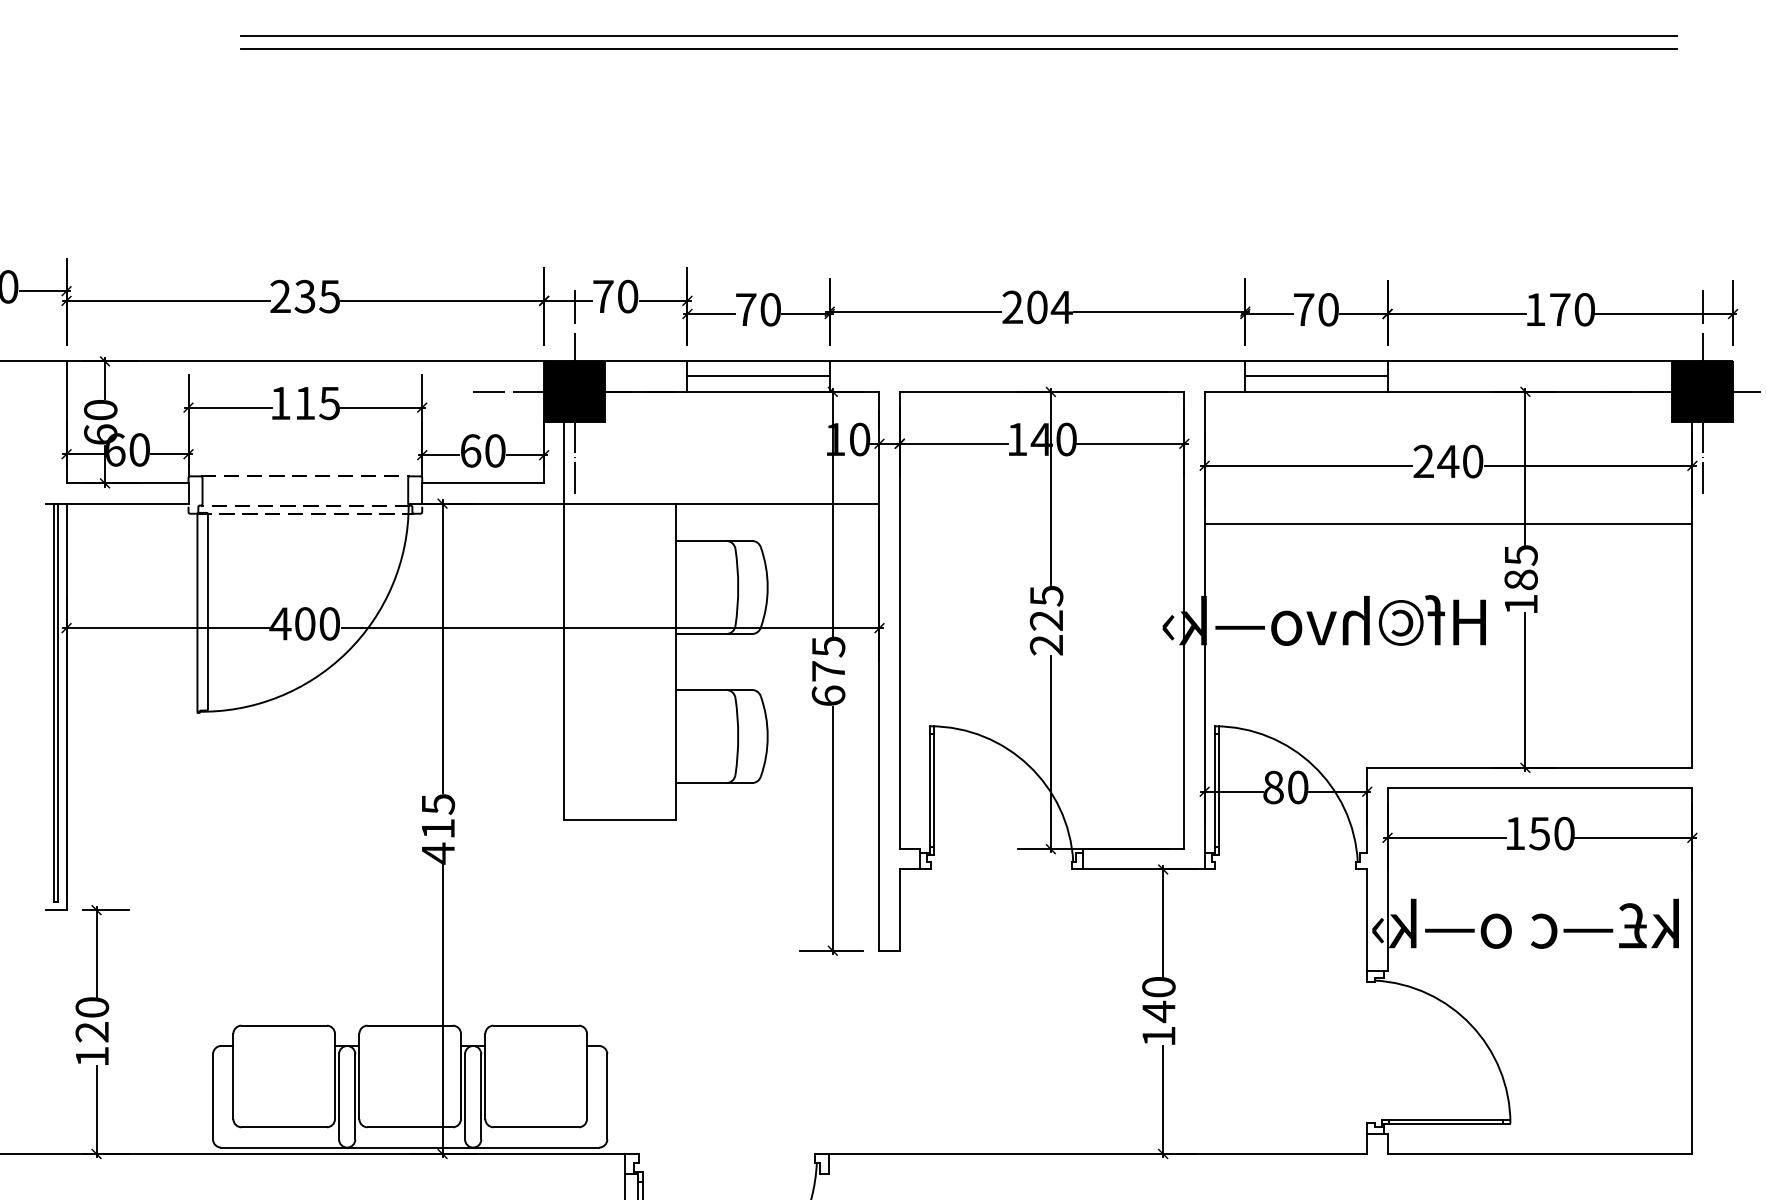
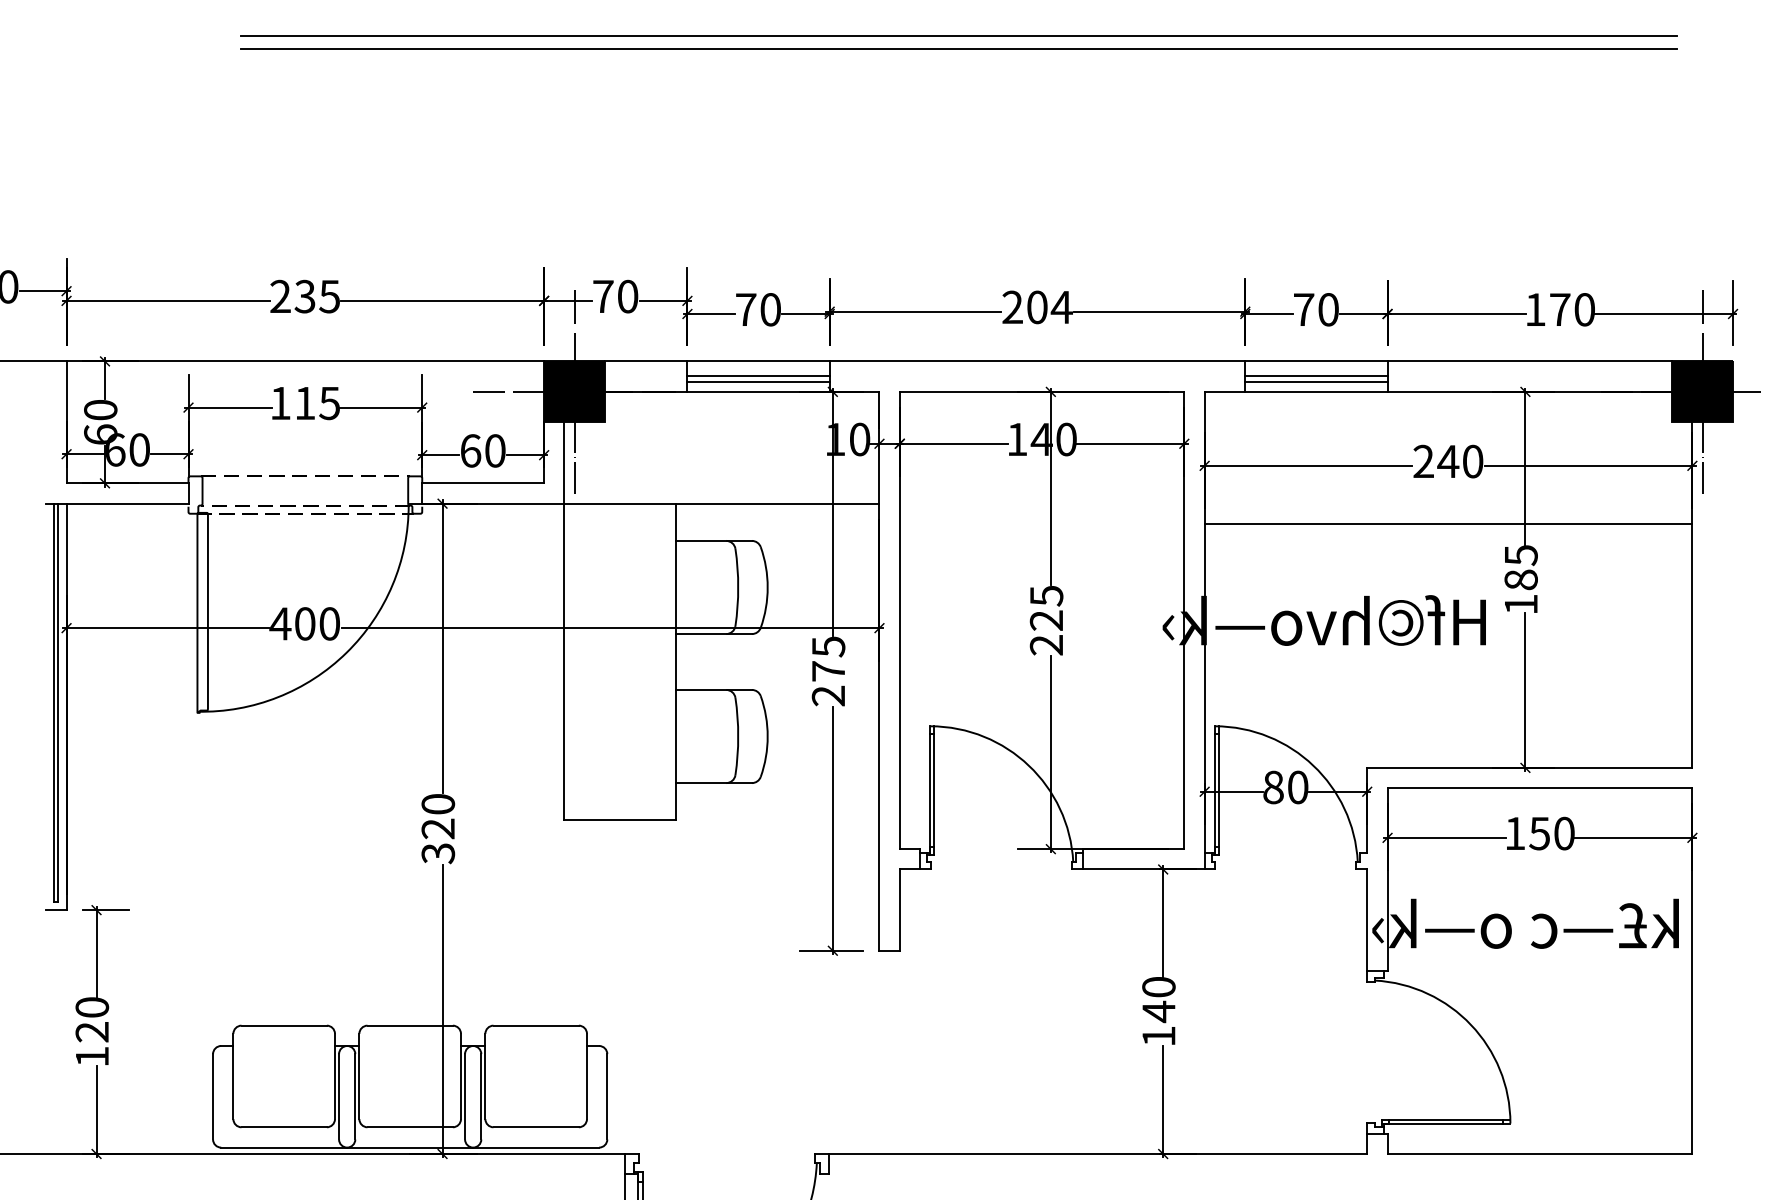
line at (758, 381): none -> present
line at (1316, 381): none -> present
text at (828, 695): 675 -> 275
text at (438, 829): 415 -> 320
